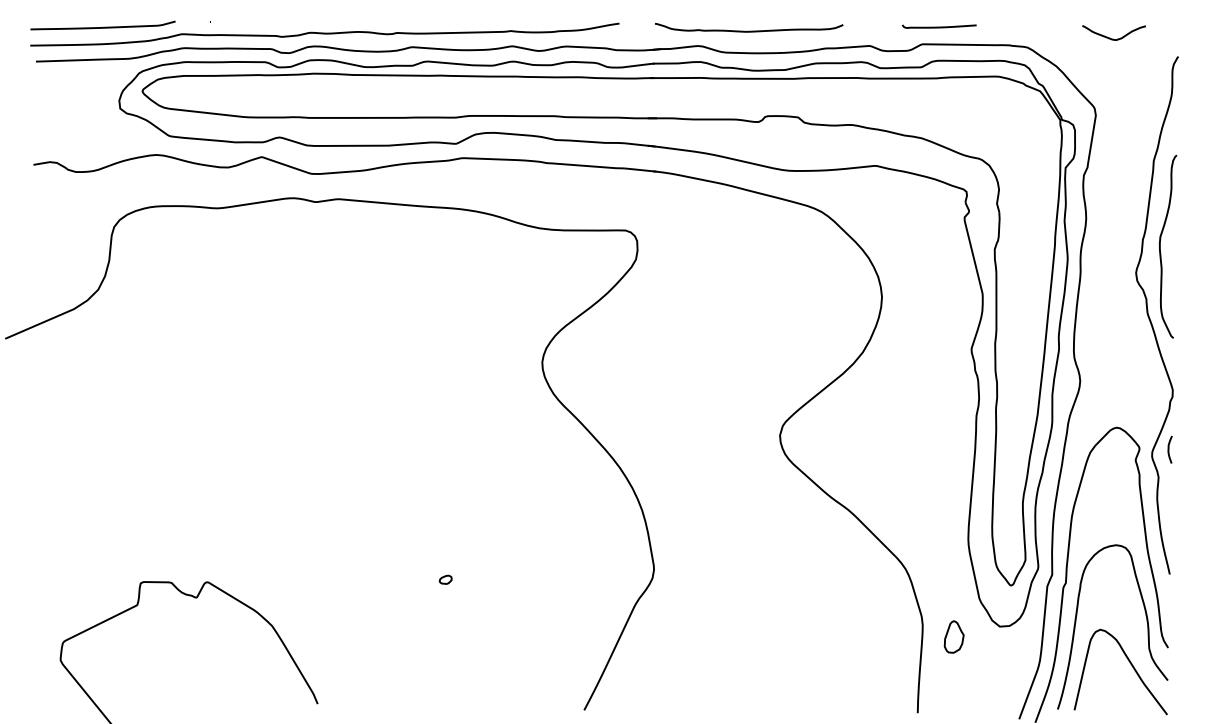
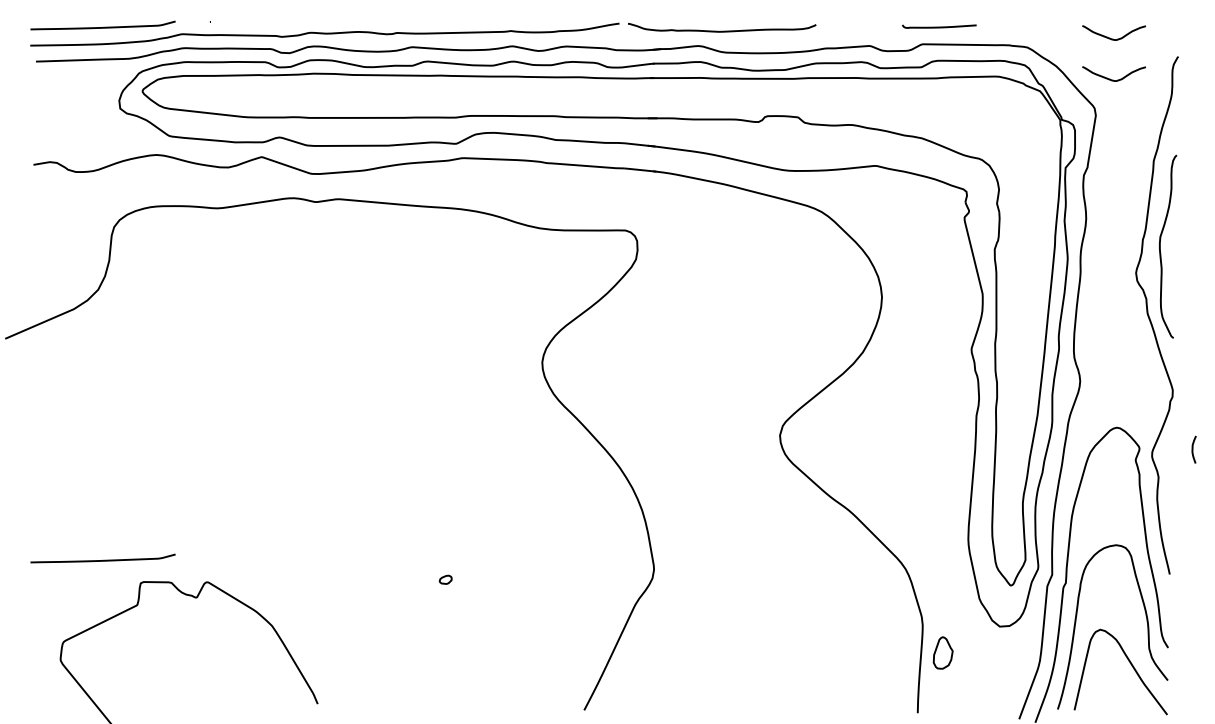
curve at (749, 30) position: (749, 30) -> (722, 30)
curve at (1110, 78): none -> present
curve at (1169, 449) position: (1169, 449) -> (1193, 449)
curve at (103, 559): none -> present
part at (953, 636) position: (953, 636) -> (942, 652)
